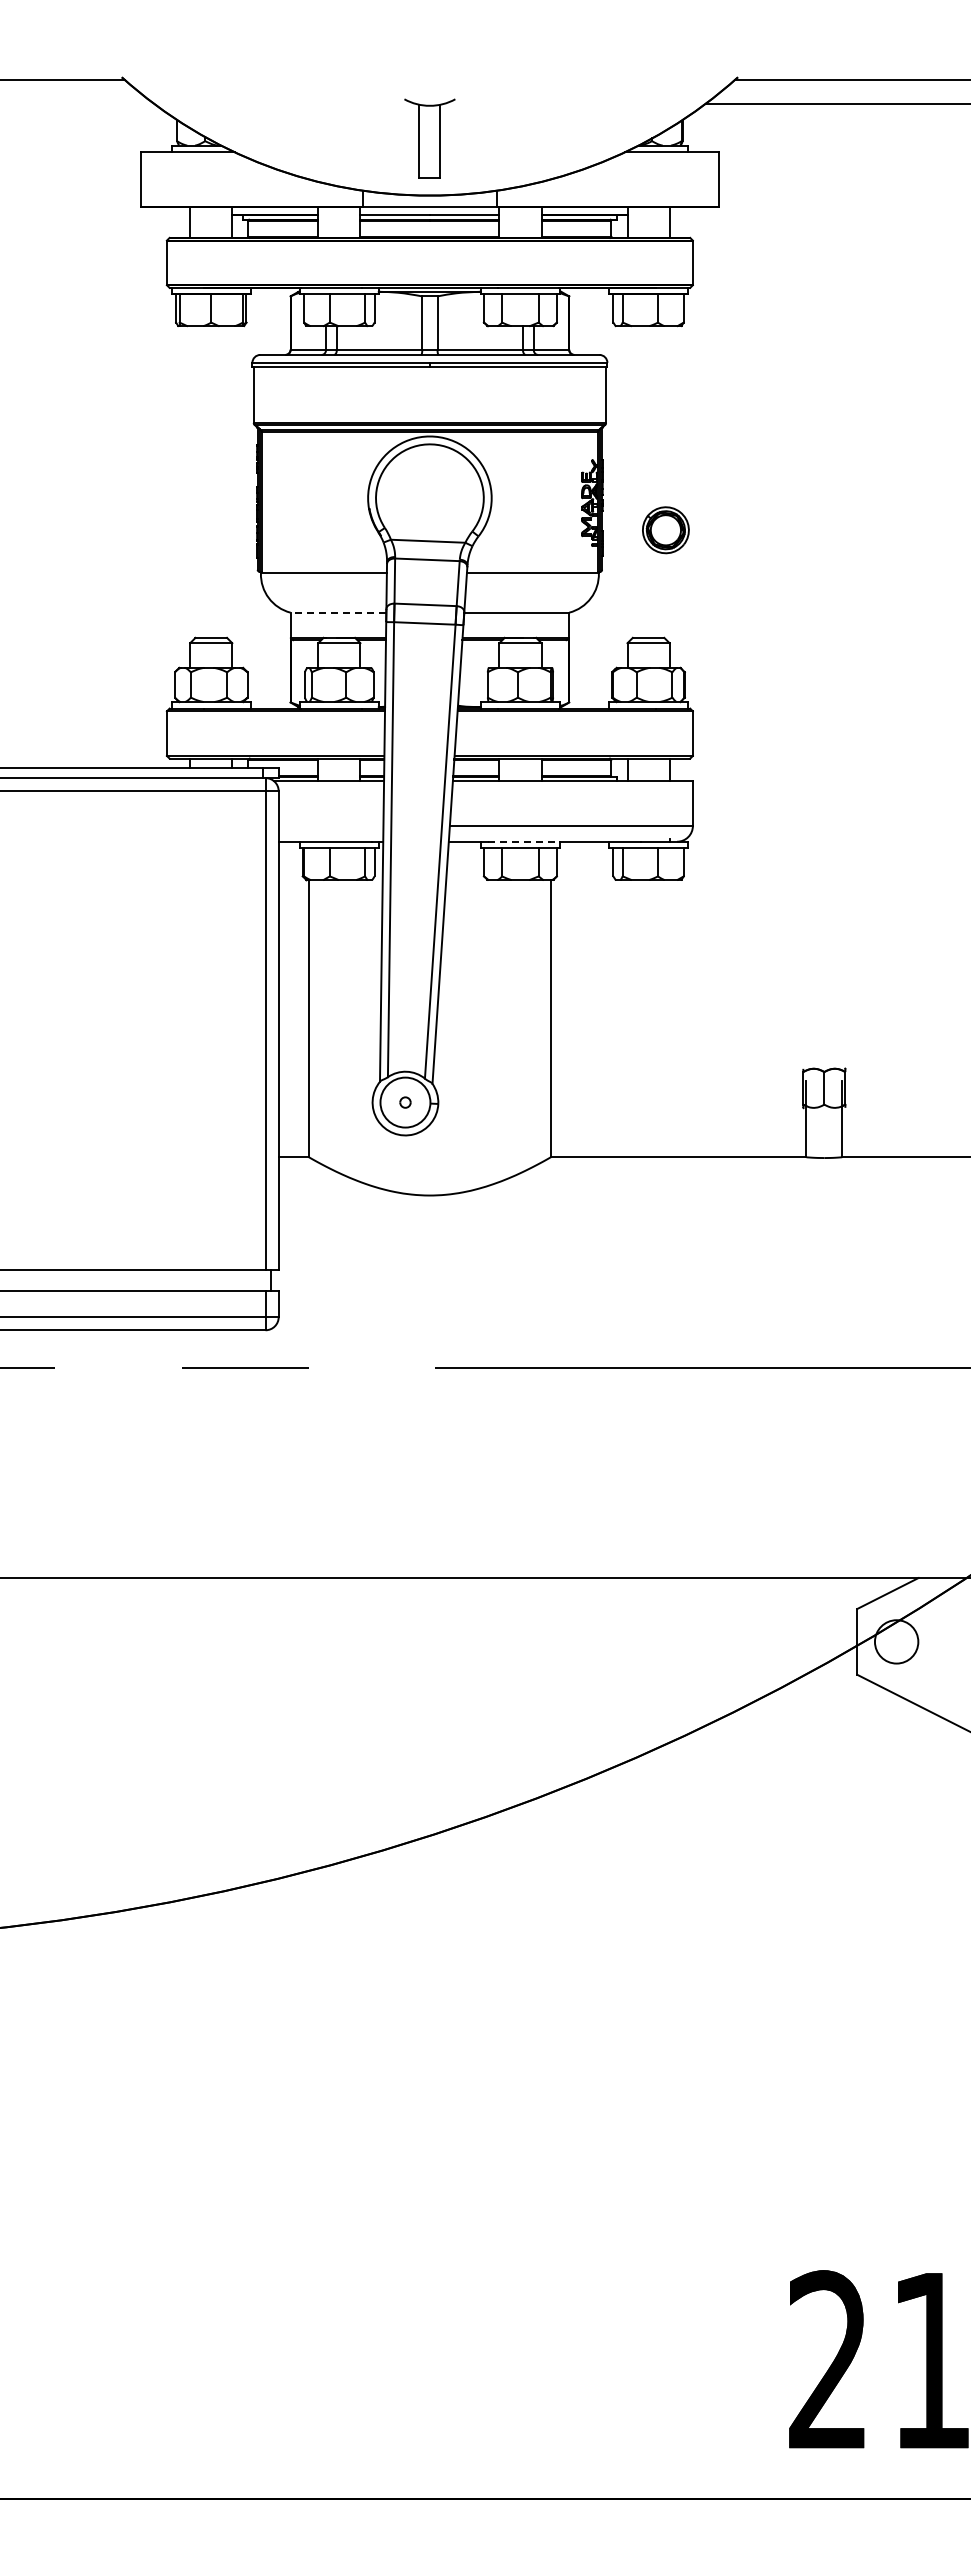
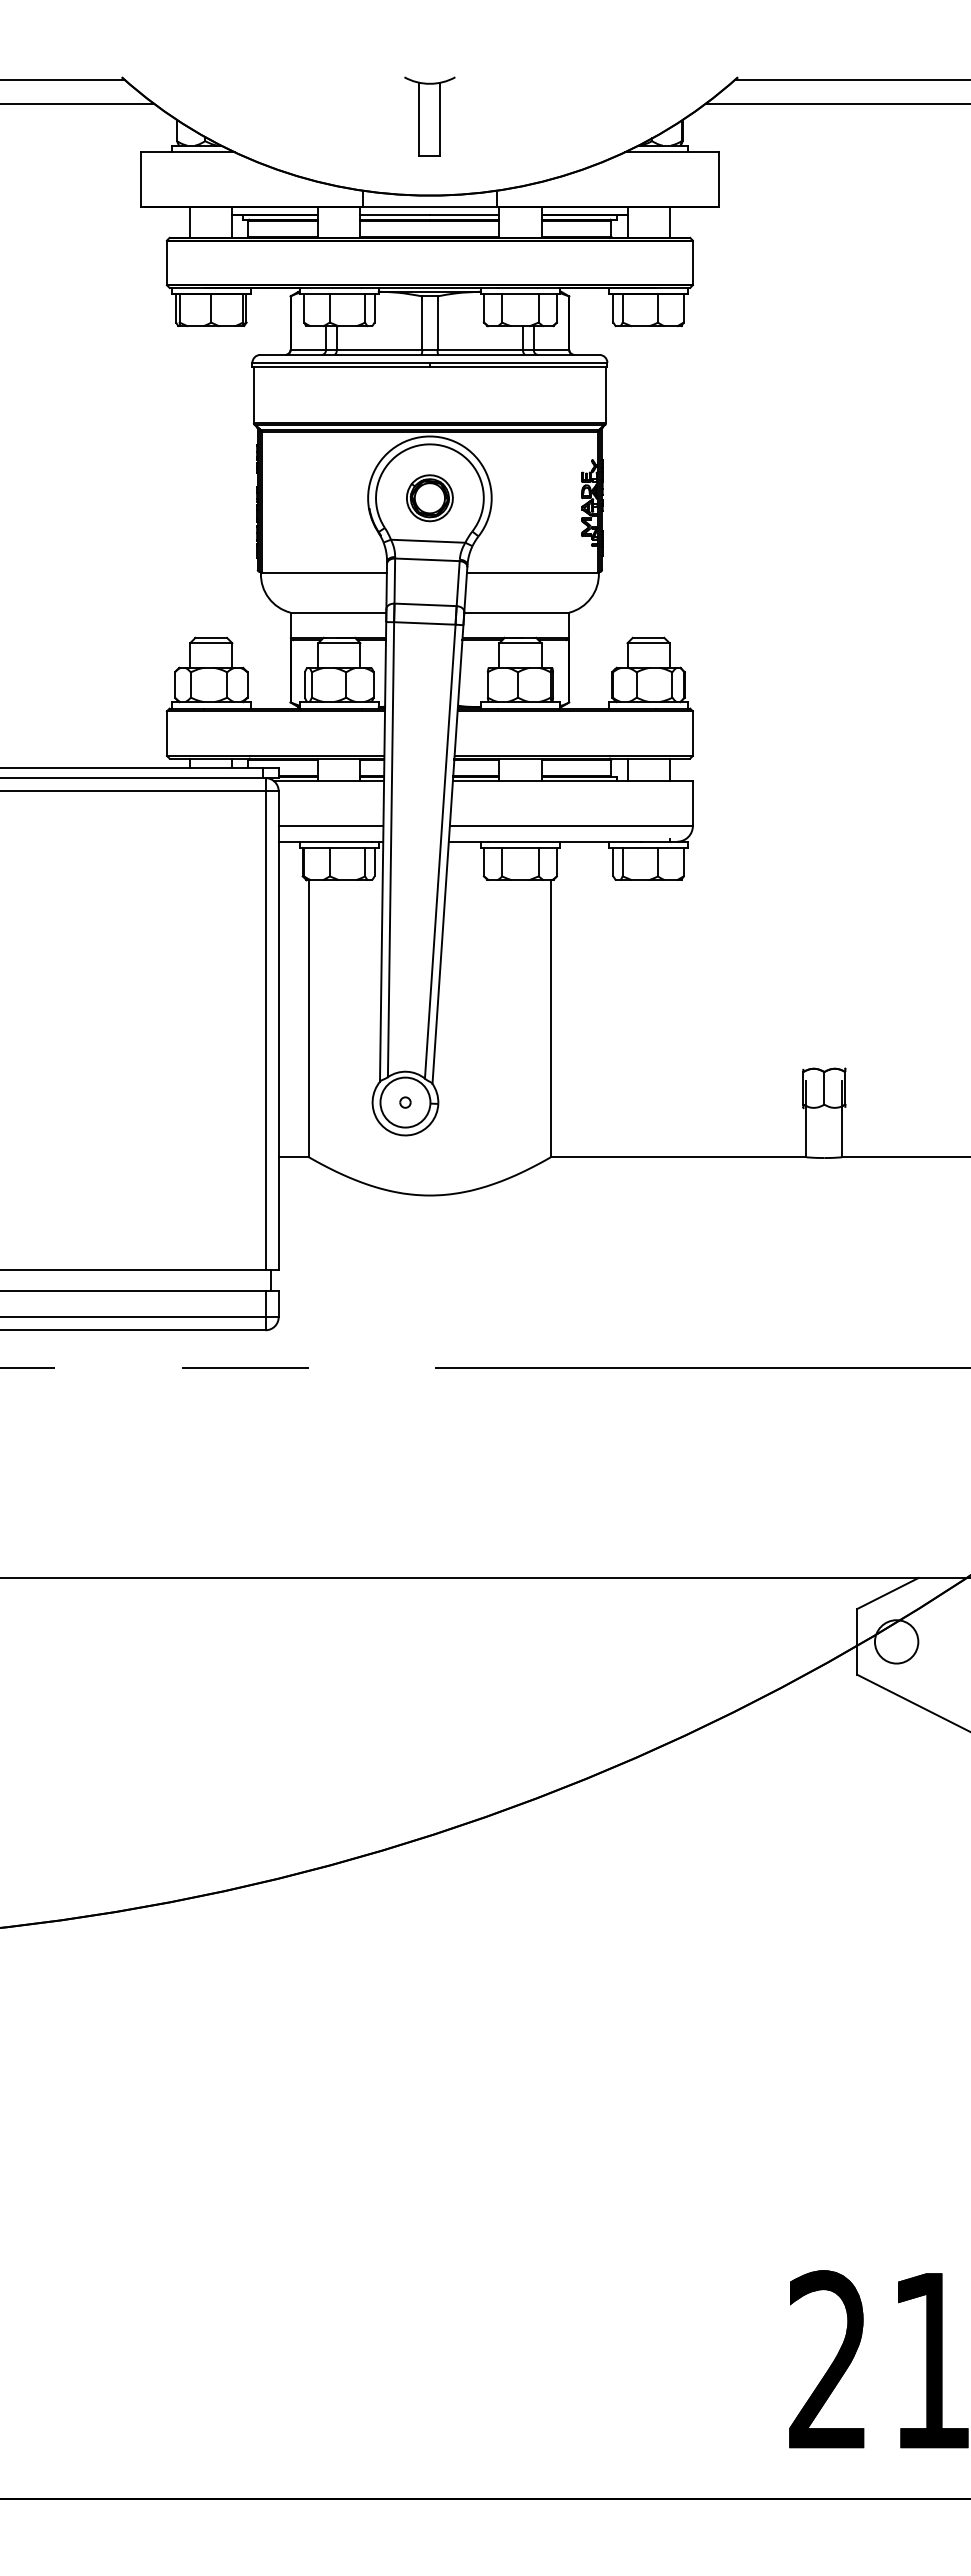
line at (77, 103): none -> present
part at (429, 138) position: (429, 138) -> (429, 116)
part at (665, 530) position: (665, 530) -> (429, 498)
line at (338, 612): dashed -> solid
line at (330, 825): none -> present
line at (524, 841): dashed -> solid
